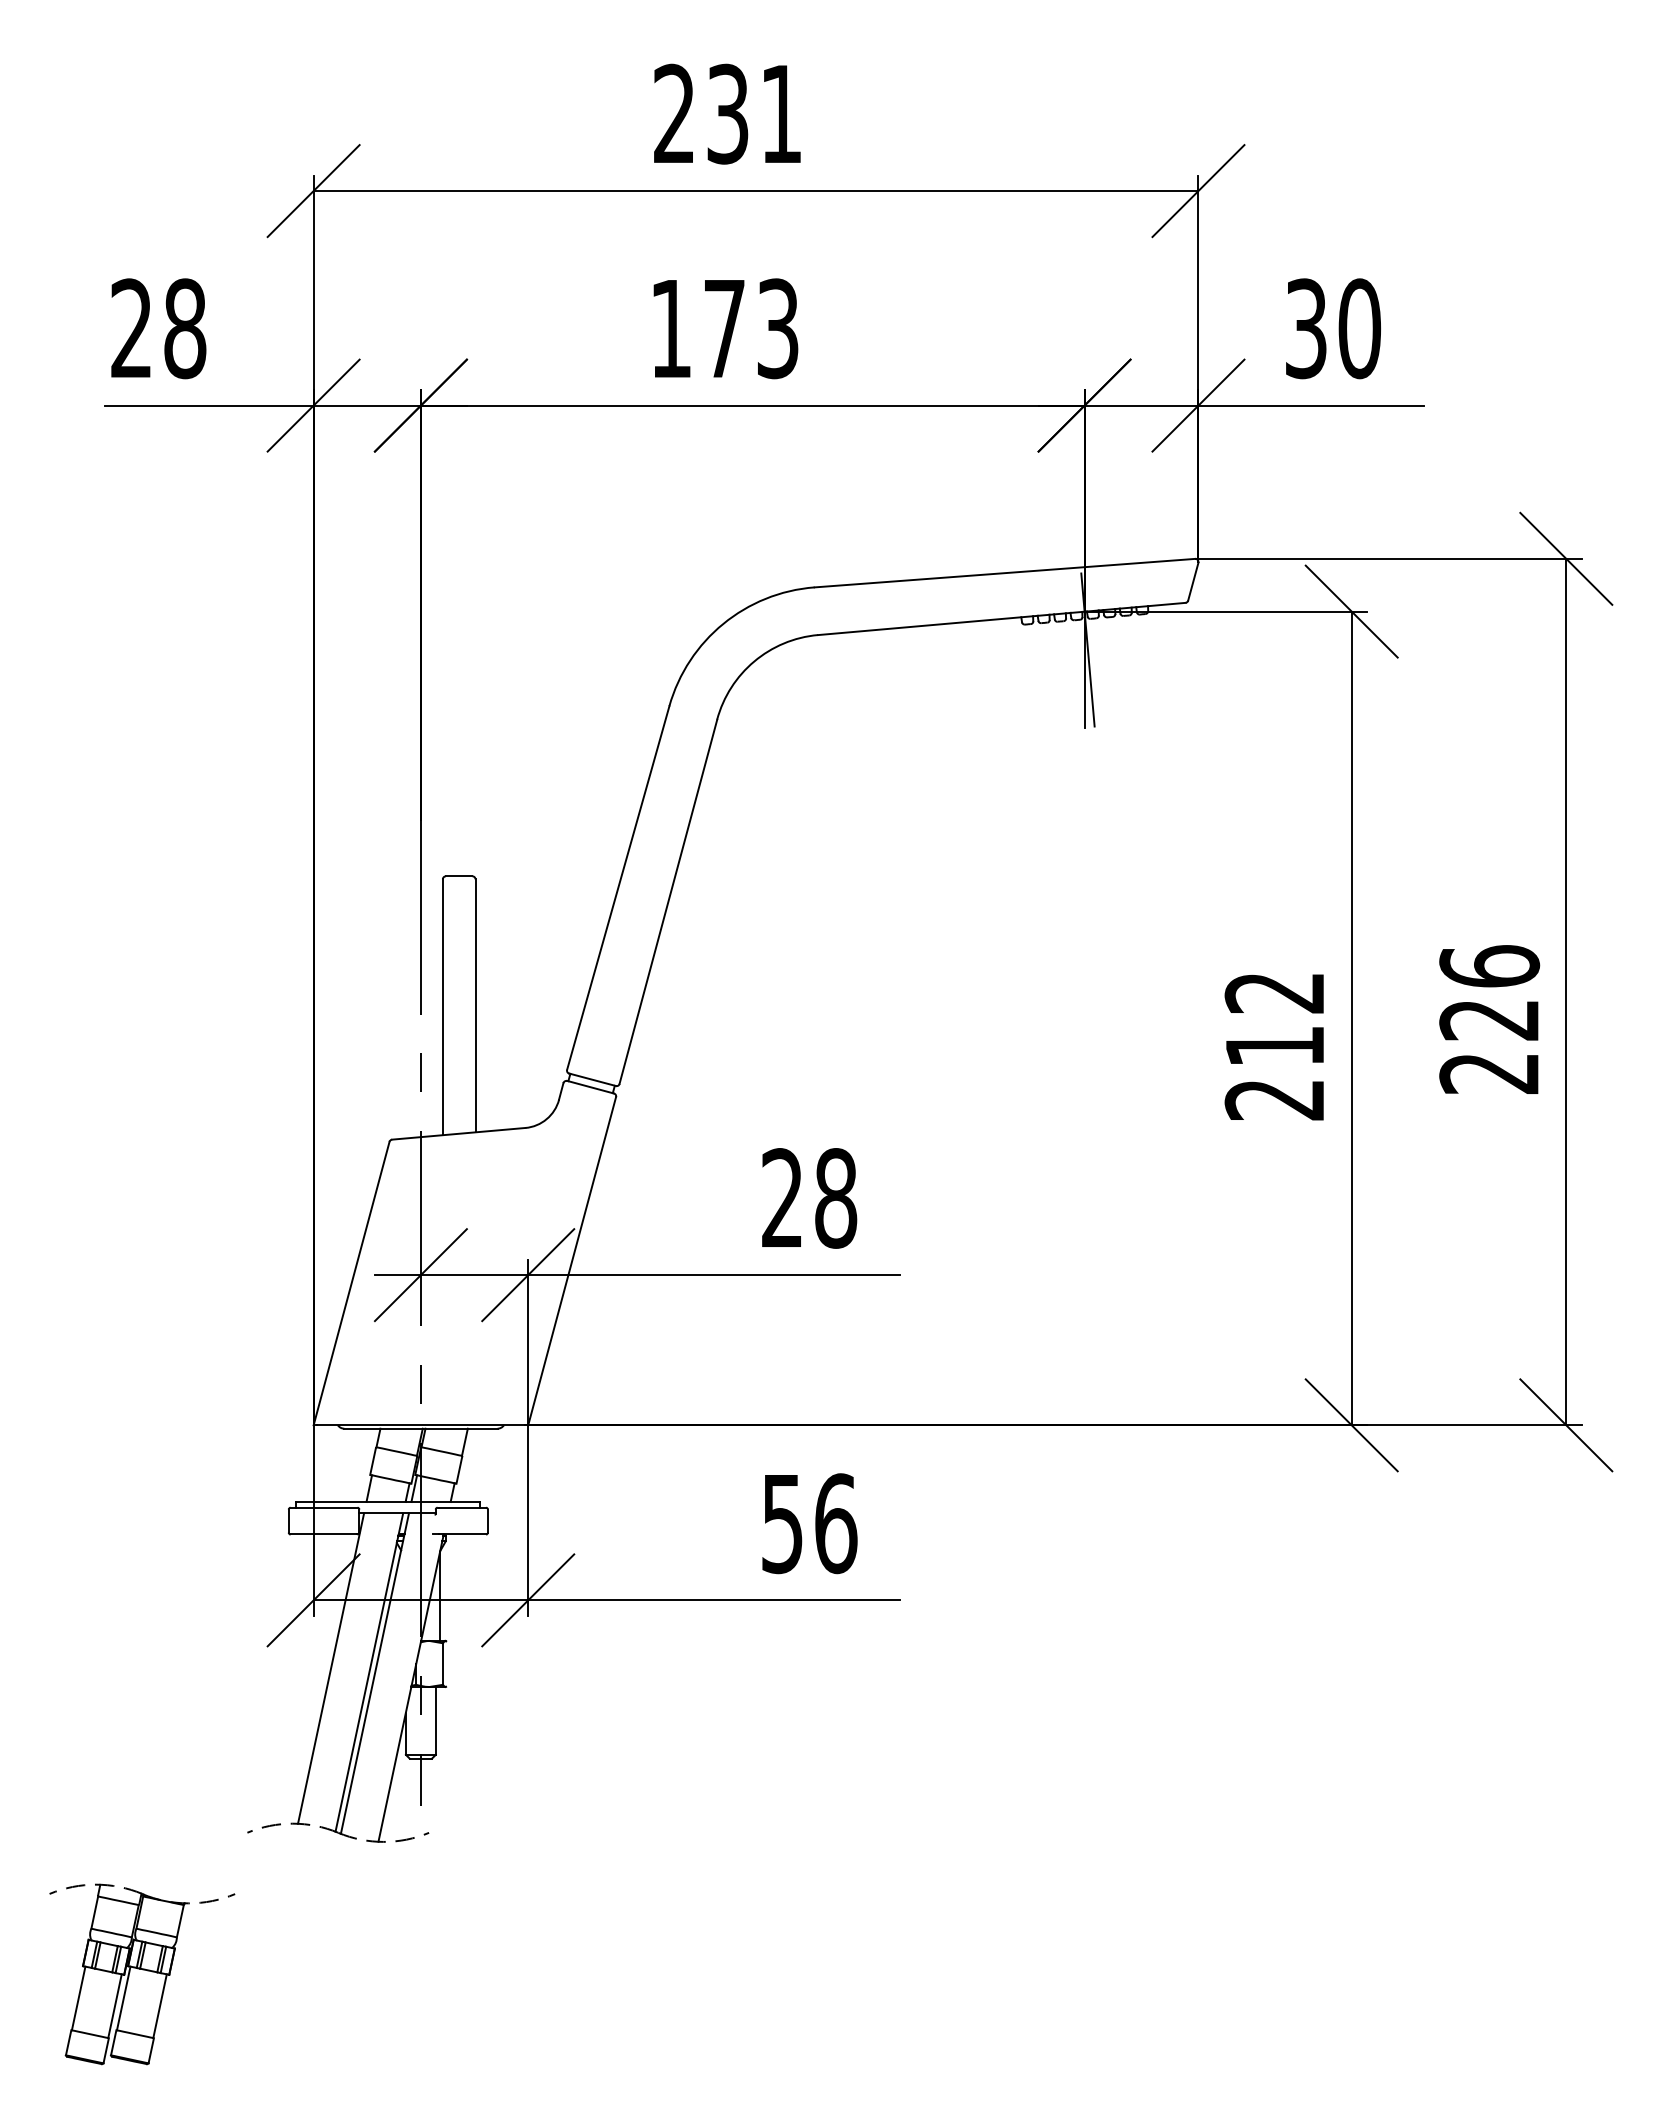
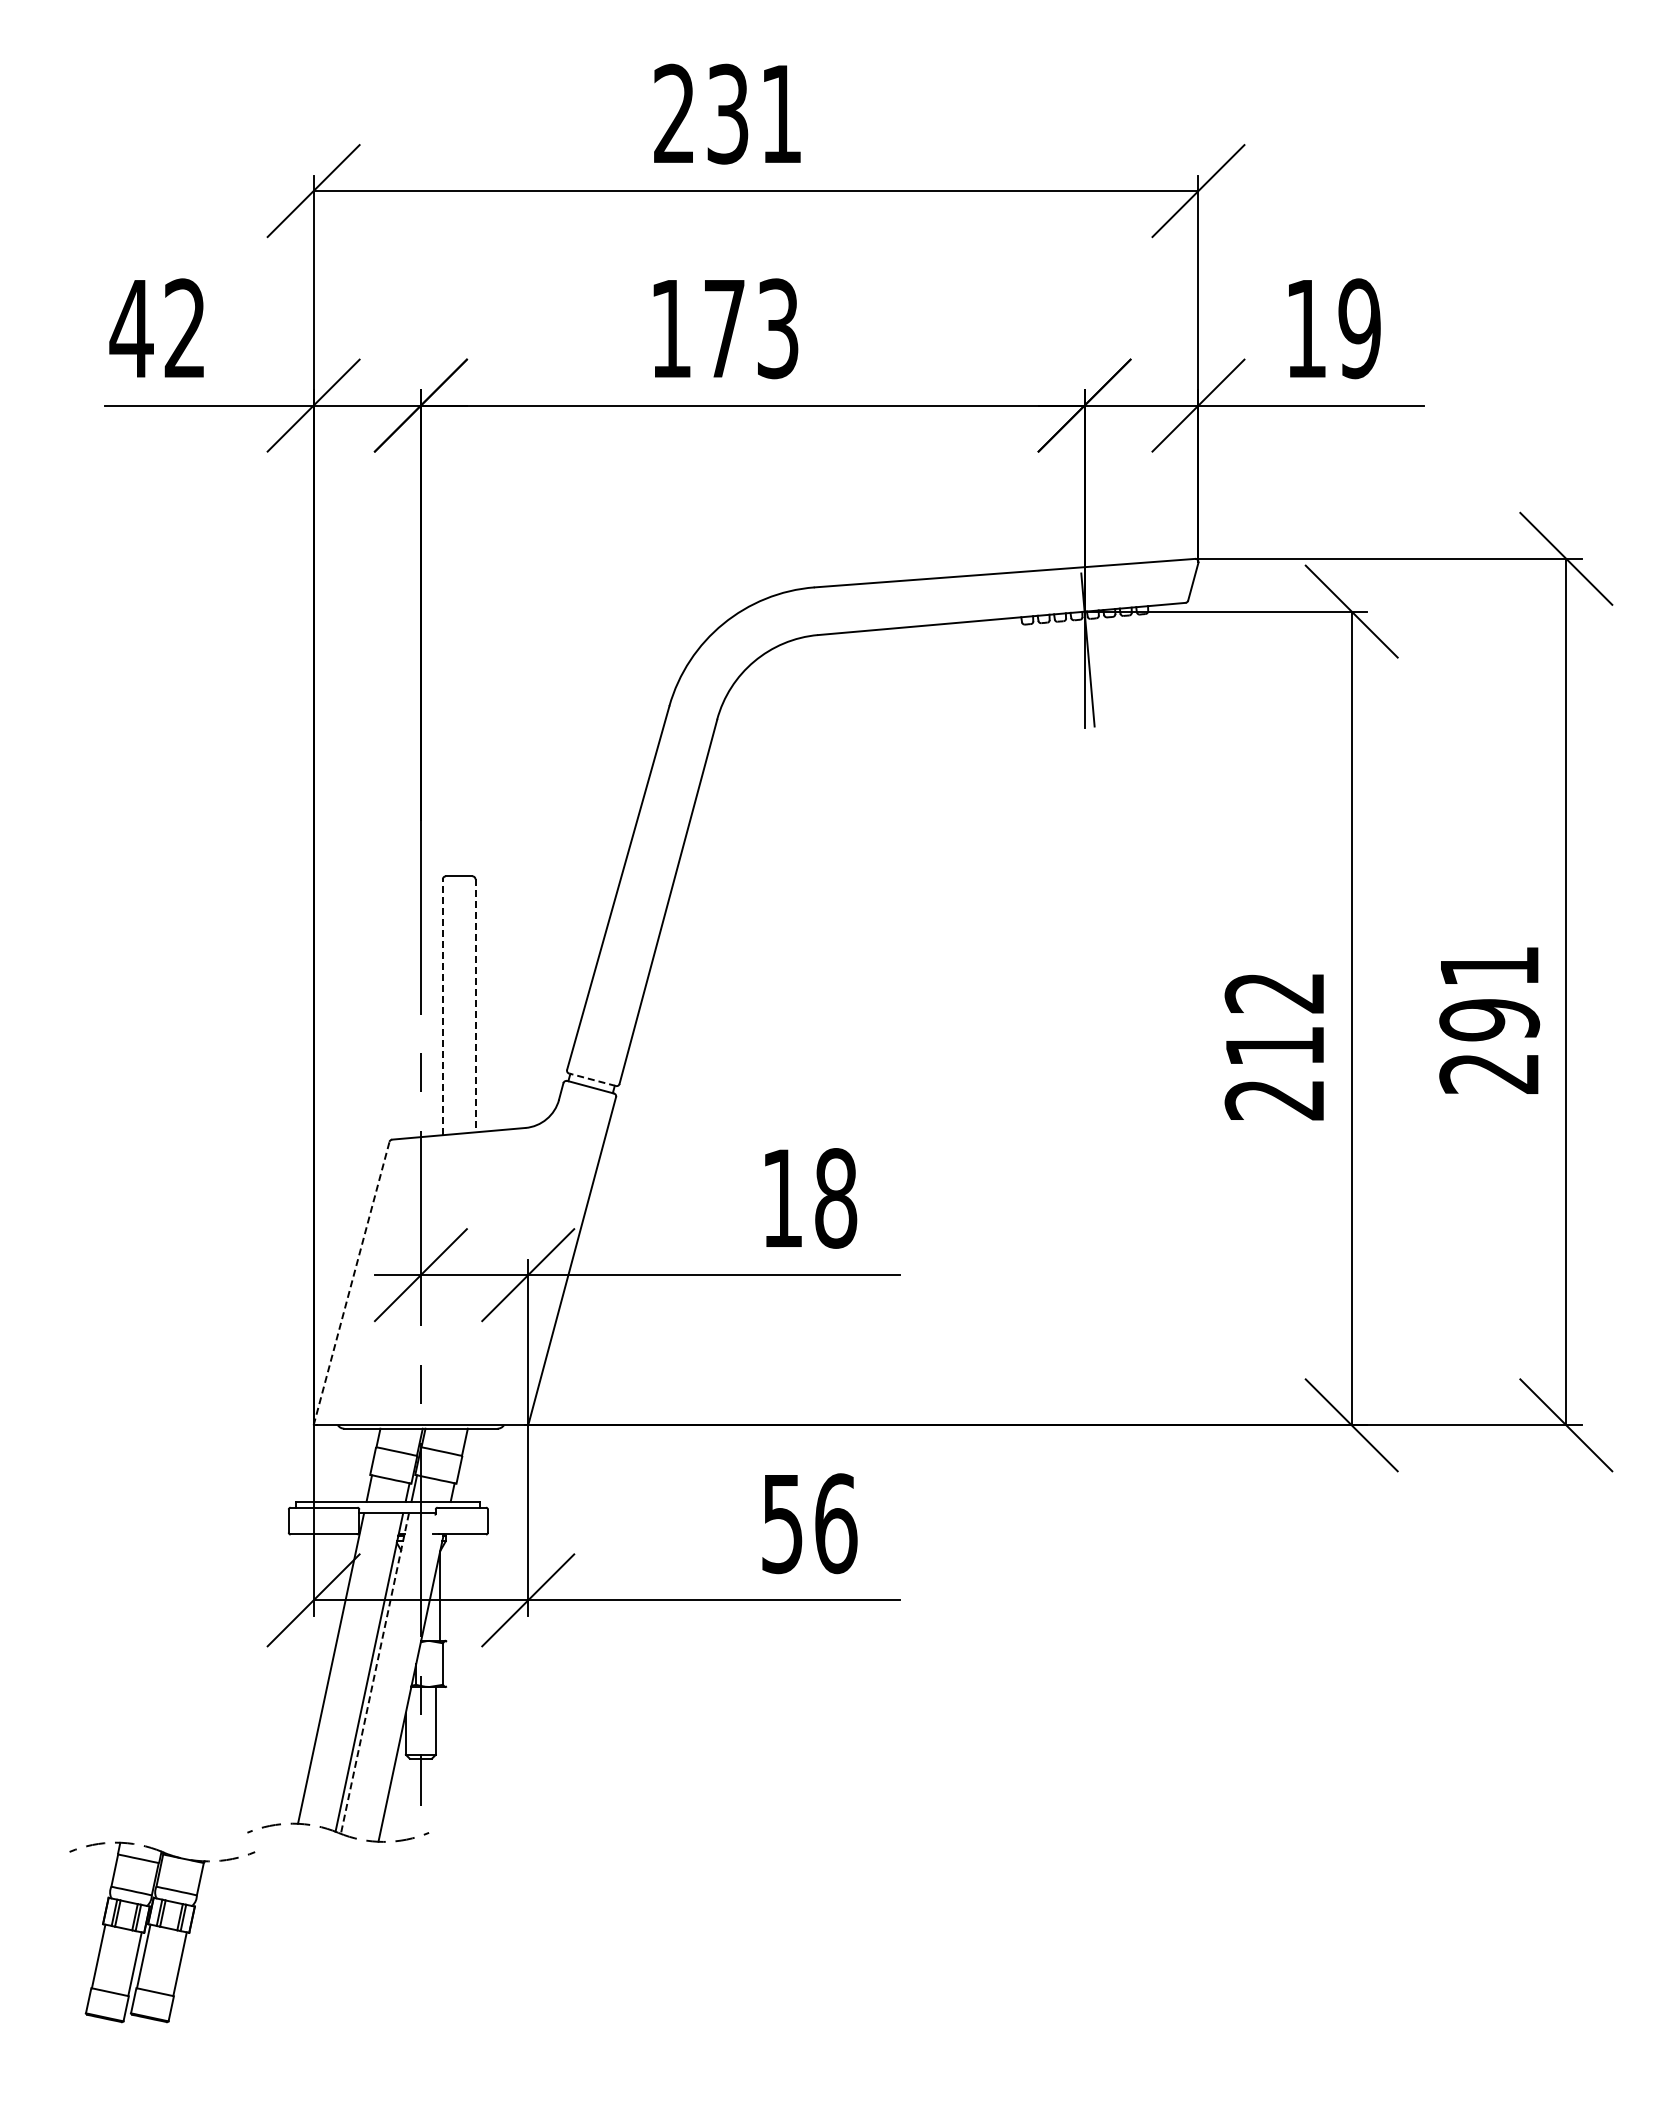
text at (157, 328): 28 -> 42
text at (1333, 328): 30 -> 19
text at (1489, 993): 226 -> 291
line at (475, 1006): solid -> dashed
line at (442, 1007): solid -> dashed
line at (592, 1079): solid -> dashed
text at (781, 1197): 28 -> 18
line at (351, 1283): solid -> dashed
line at (374, 1673): solid -> dashed
part at (142, 1974) position: (142, 1974) -> (162, 1932)
